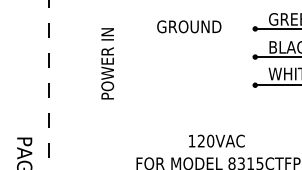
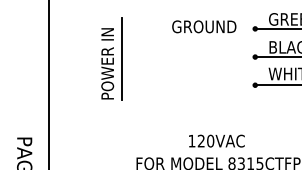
text at (189, 26) position: (189, 26) -> (204, 26)
line at (121, 59): none -> present
line at (48, 85): dashed -> solid
